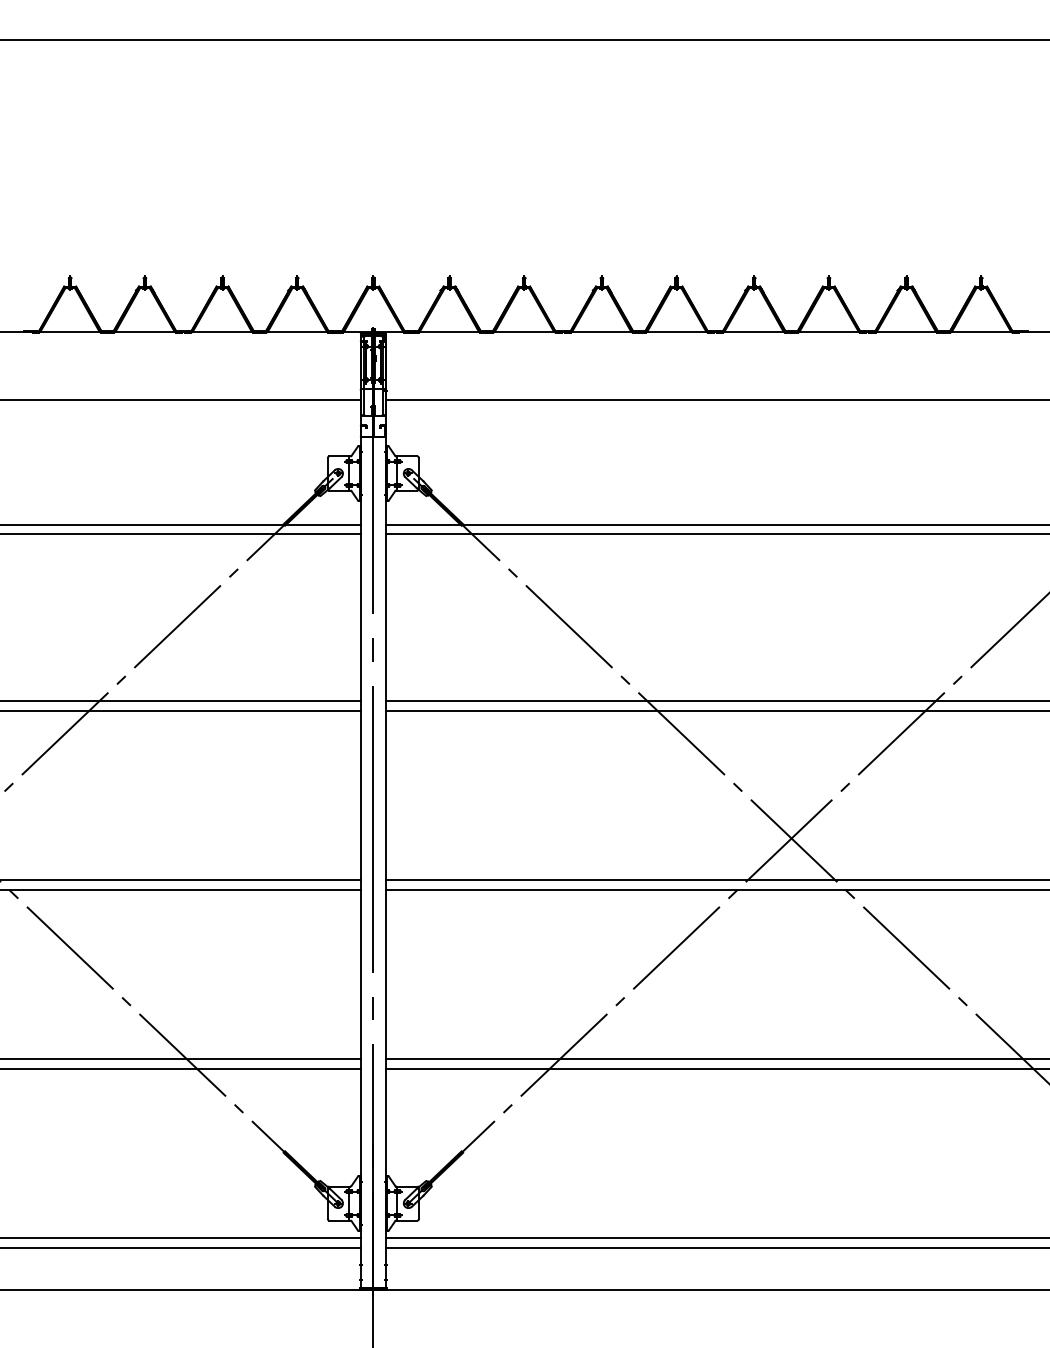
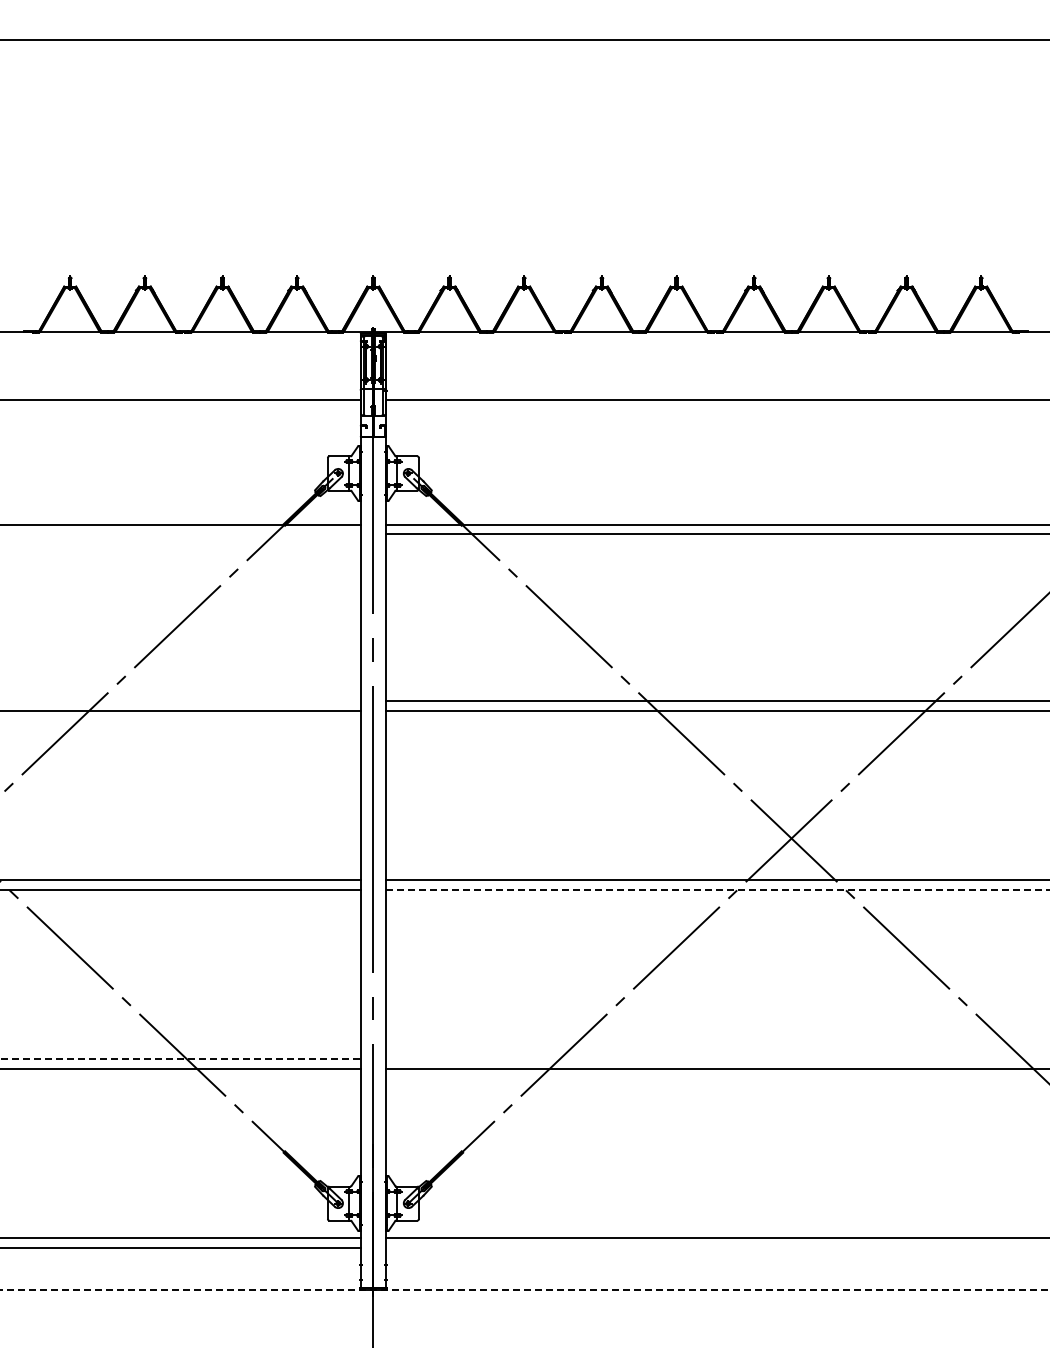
line at (181, 534): present -> none
line at (181, 700): present -> none
line at (718, 889): solid -> dashed
line at (180, 1059): solid -> dashed
line at (716, 1059): present -> none
line at (716, 1248): present -> none
line at (525, 1289): solid -> dashed
